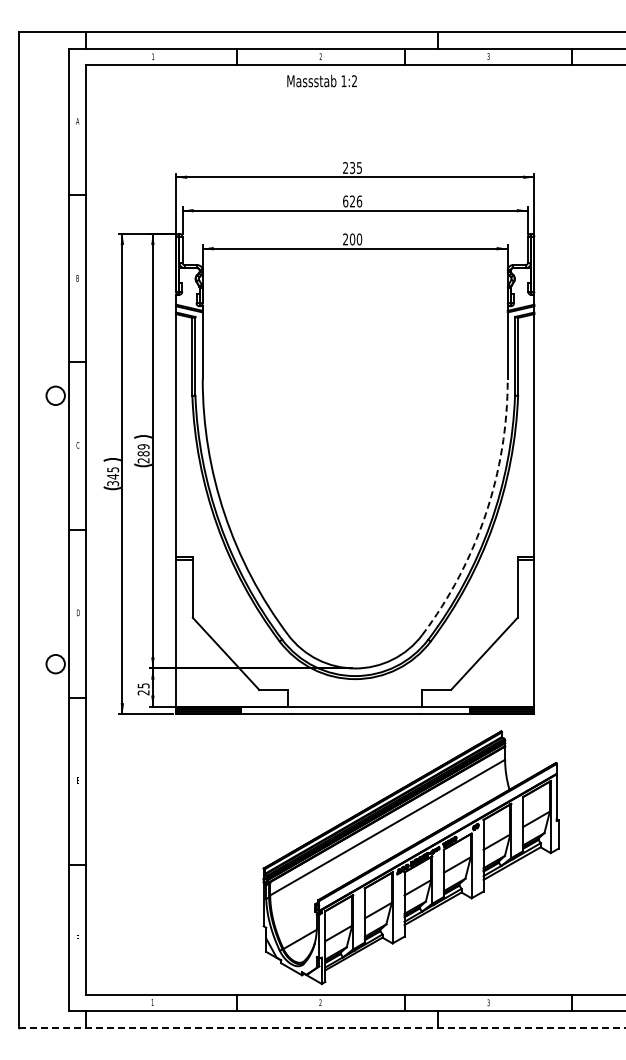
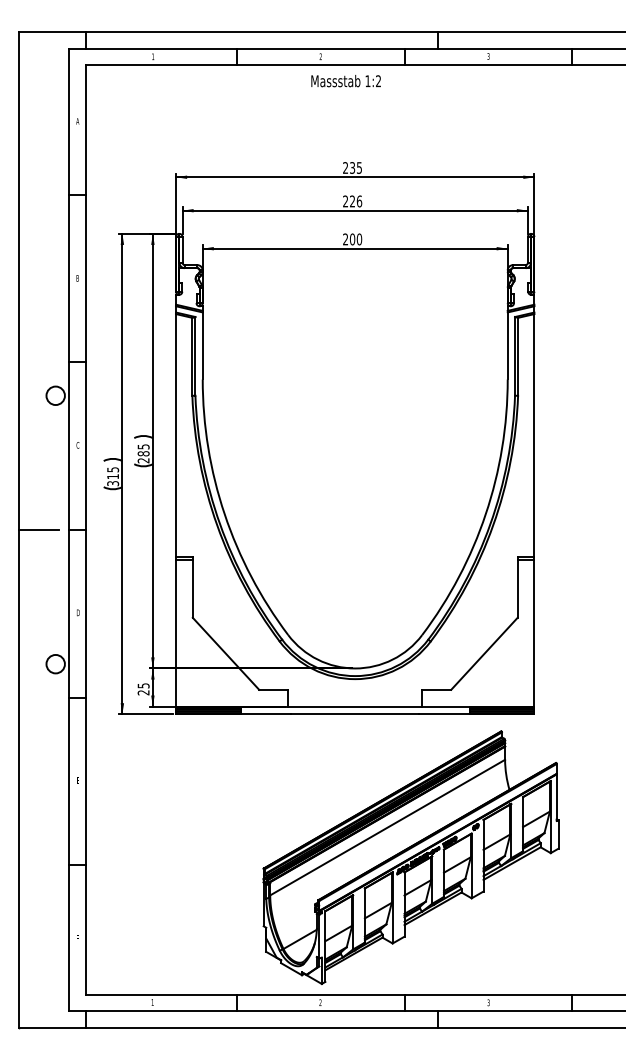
text at (321, 81) position: (321, 81) -> (345, 81)
text at (345, 201): 626 -> 226
text at (143, 446): 289 -> 285
text at (112, 476): 345 -> 315
arc at (485, 514): dashed -> solid
line at (38, 530): none -> present
line at (322, 1028): dashed -> solid
